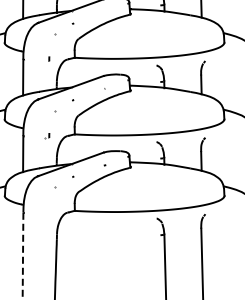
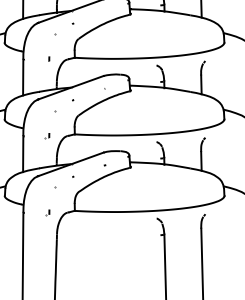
part at (47, 212): none -> present
line at (23, 256): dashed -> solid
